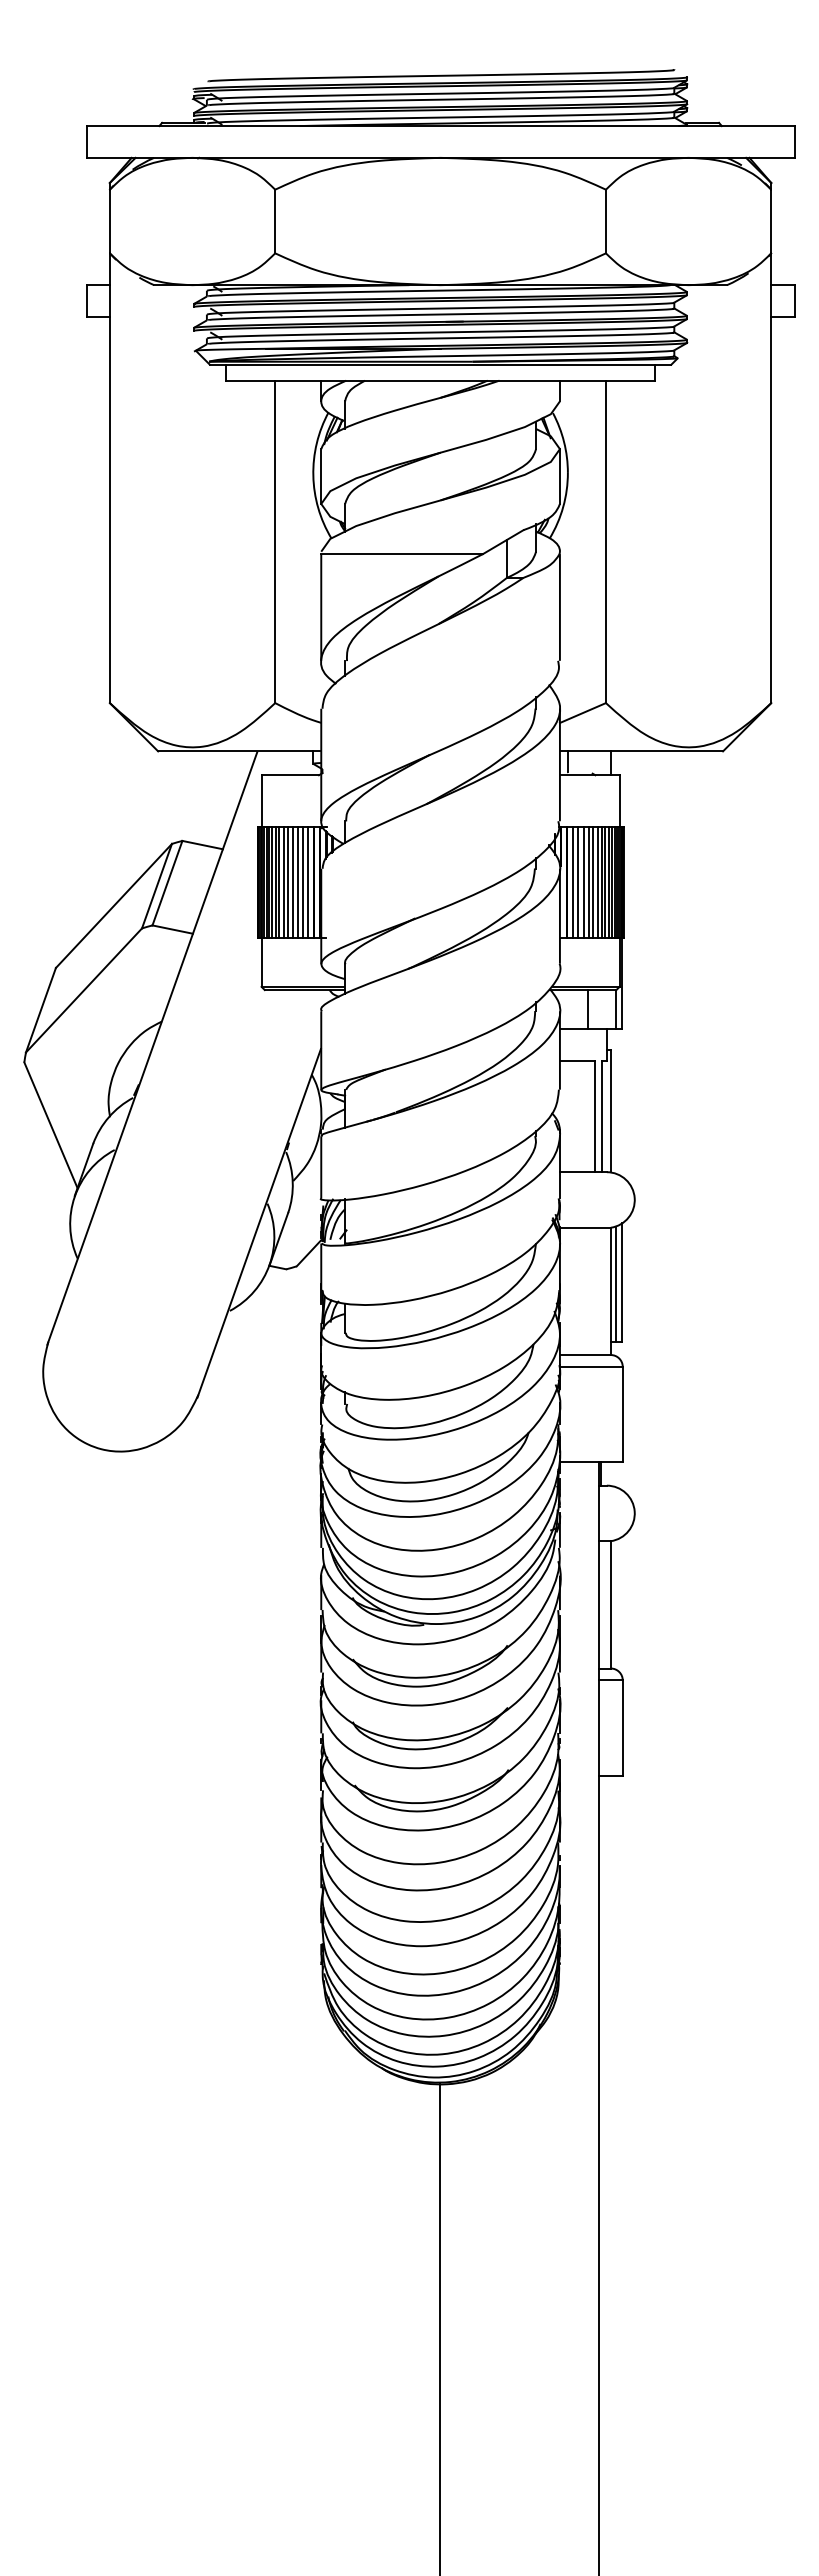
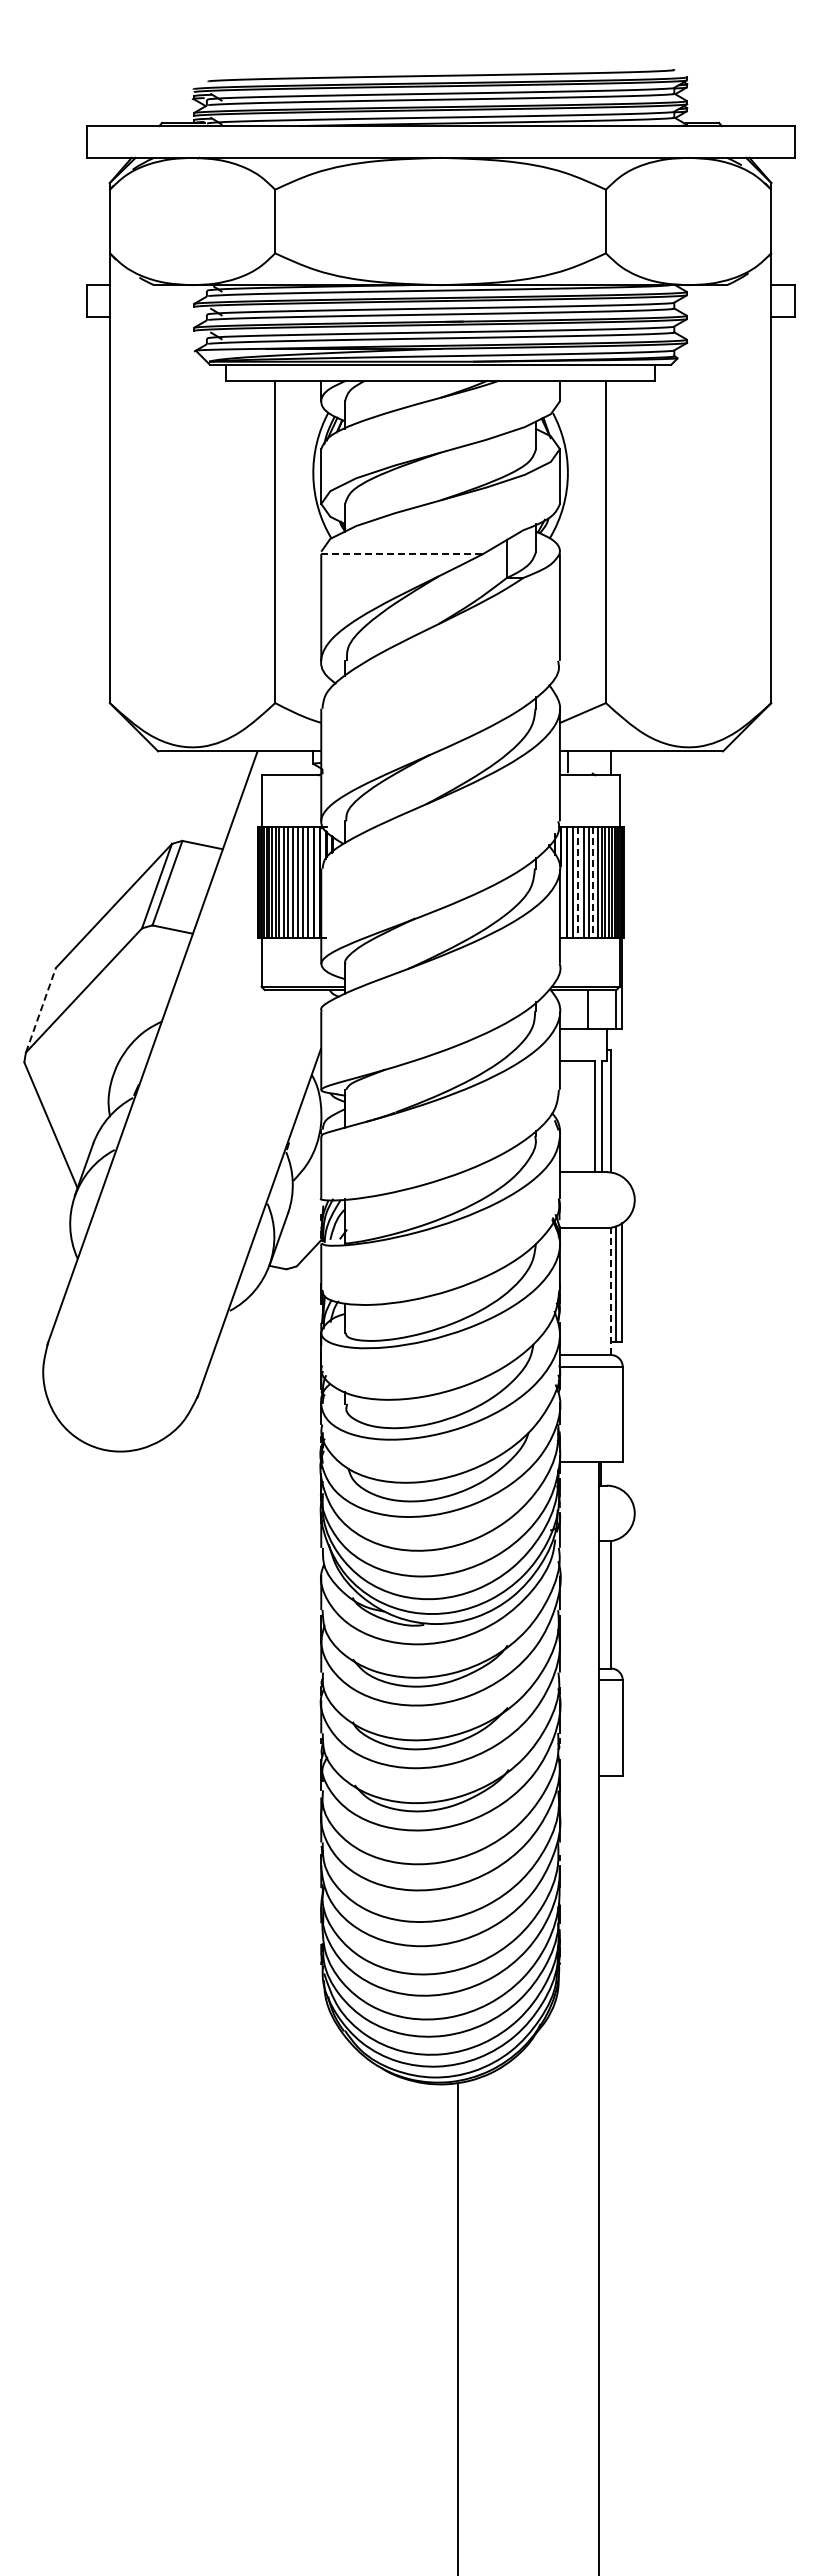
line at (402, 554): solid -> dashed
line at (578, 882): solid -> dashed
line at (593, 882): solid -> dashed
line at (40, 1010): solid -> dashed
line at (610, 1291): solid -> dashed
line at (439, 2327) position: (439, 2327) -> (457, 2327)
